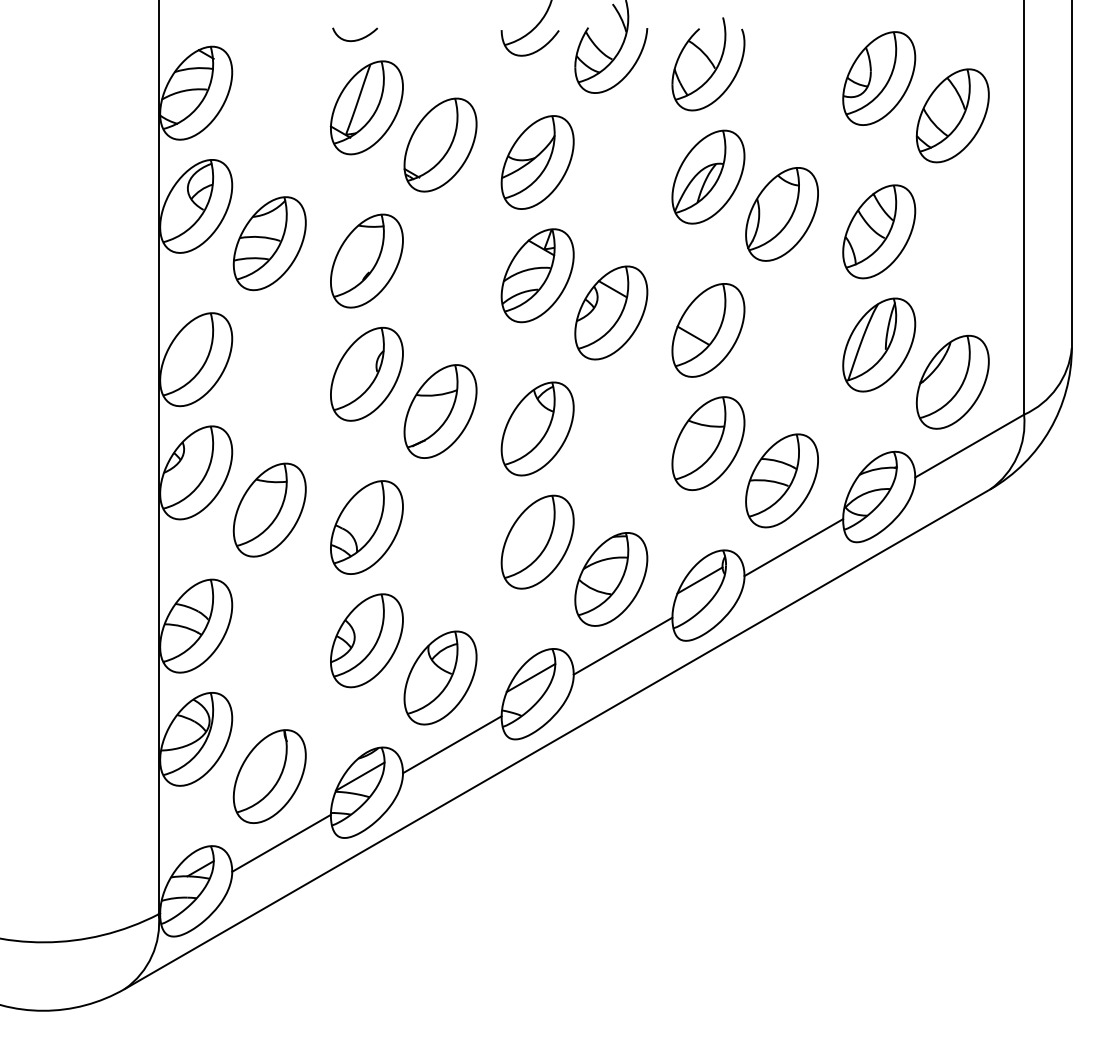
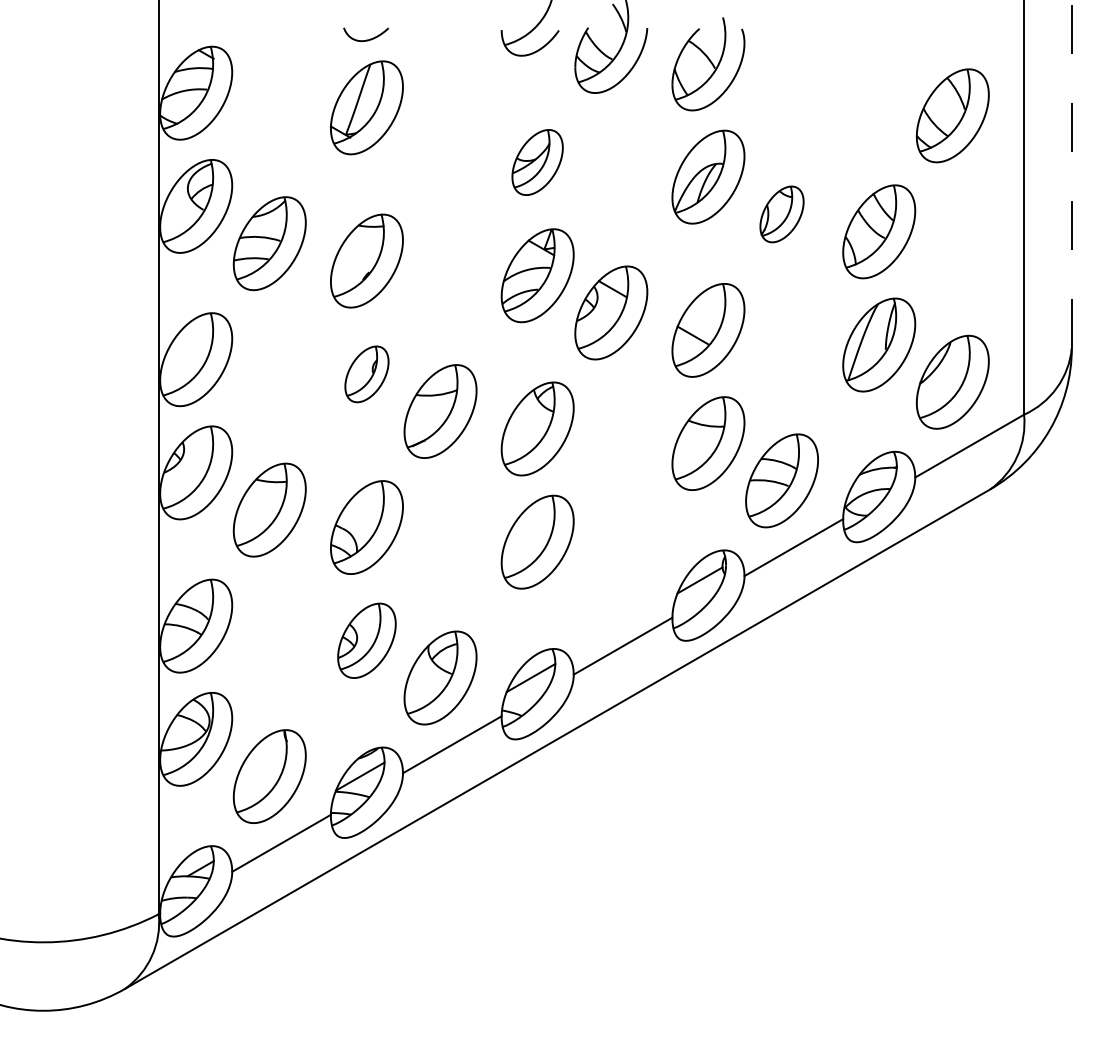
curve at (355, 39) position: (355, 39) -> (366, 39)
part at (879, 78): present -> none
part at (440, 144): present -> none
part at (537, 162) size: 75x95 px -> 53x67 px
line at (1071, 174): solid -> dashed
part at (781, 214) size: 74x95 px -> 46x59 px
part at (366, 374) size: 74x95 px -> 46x59 px
part at (611, 579): present -> none
part at (366, 640) size: 74x96 px -> 60x77 px
